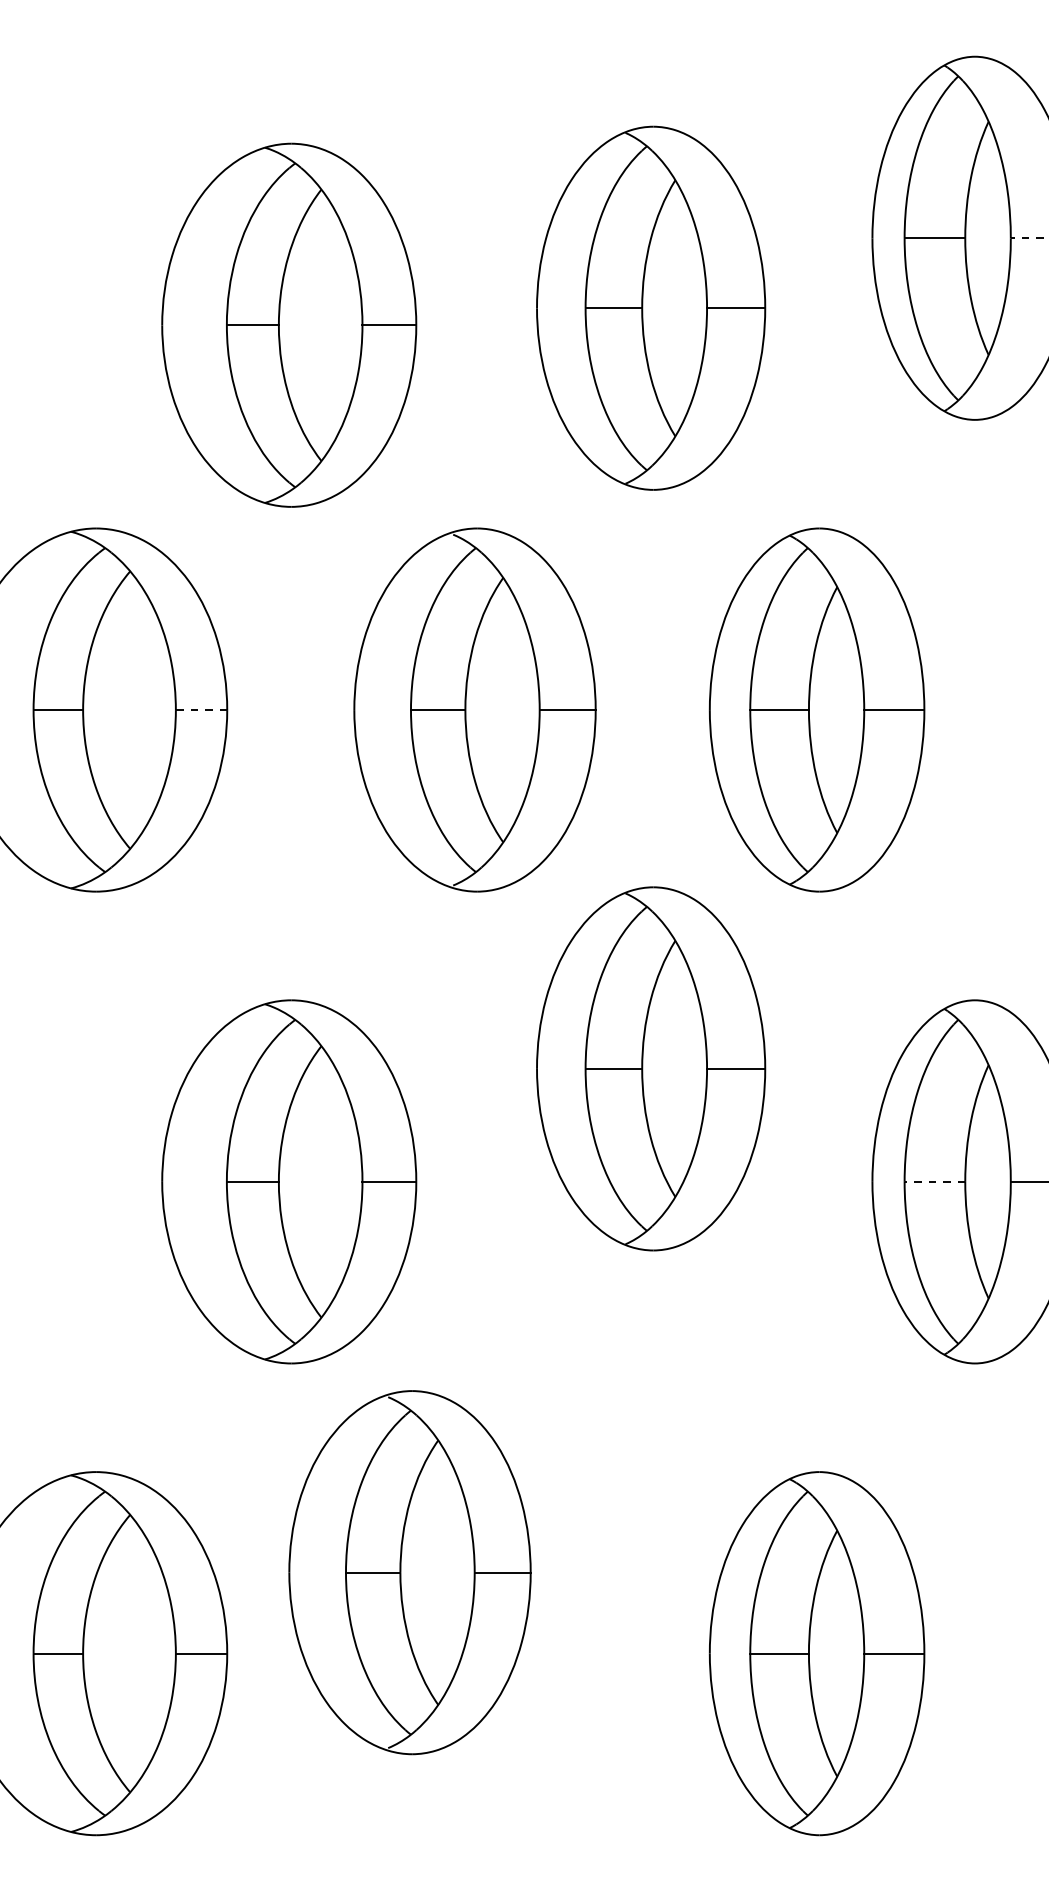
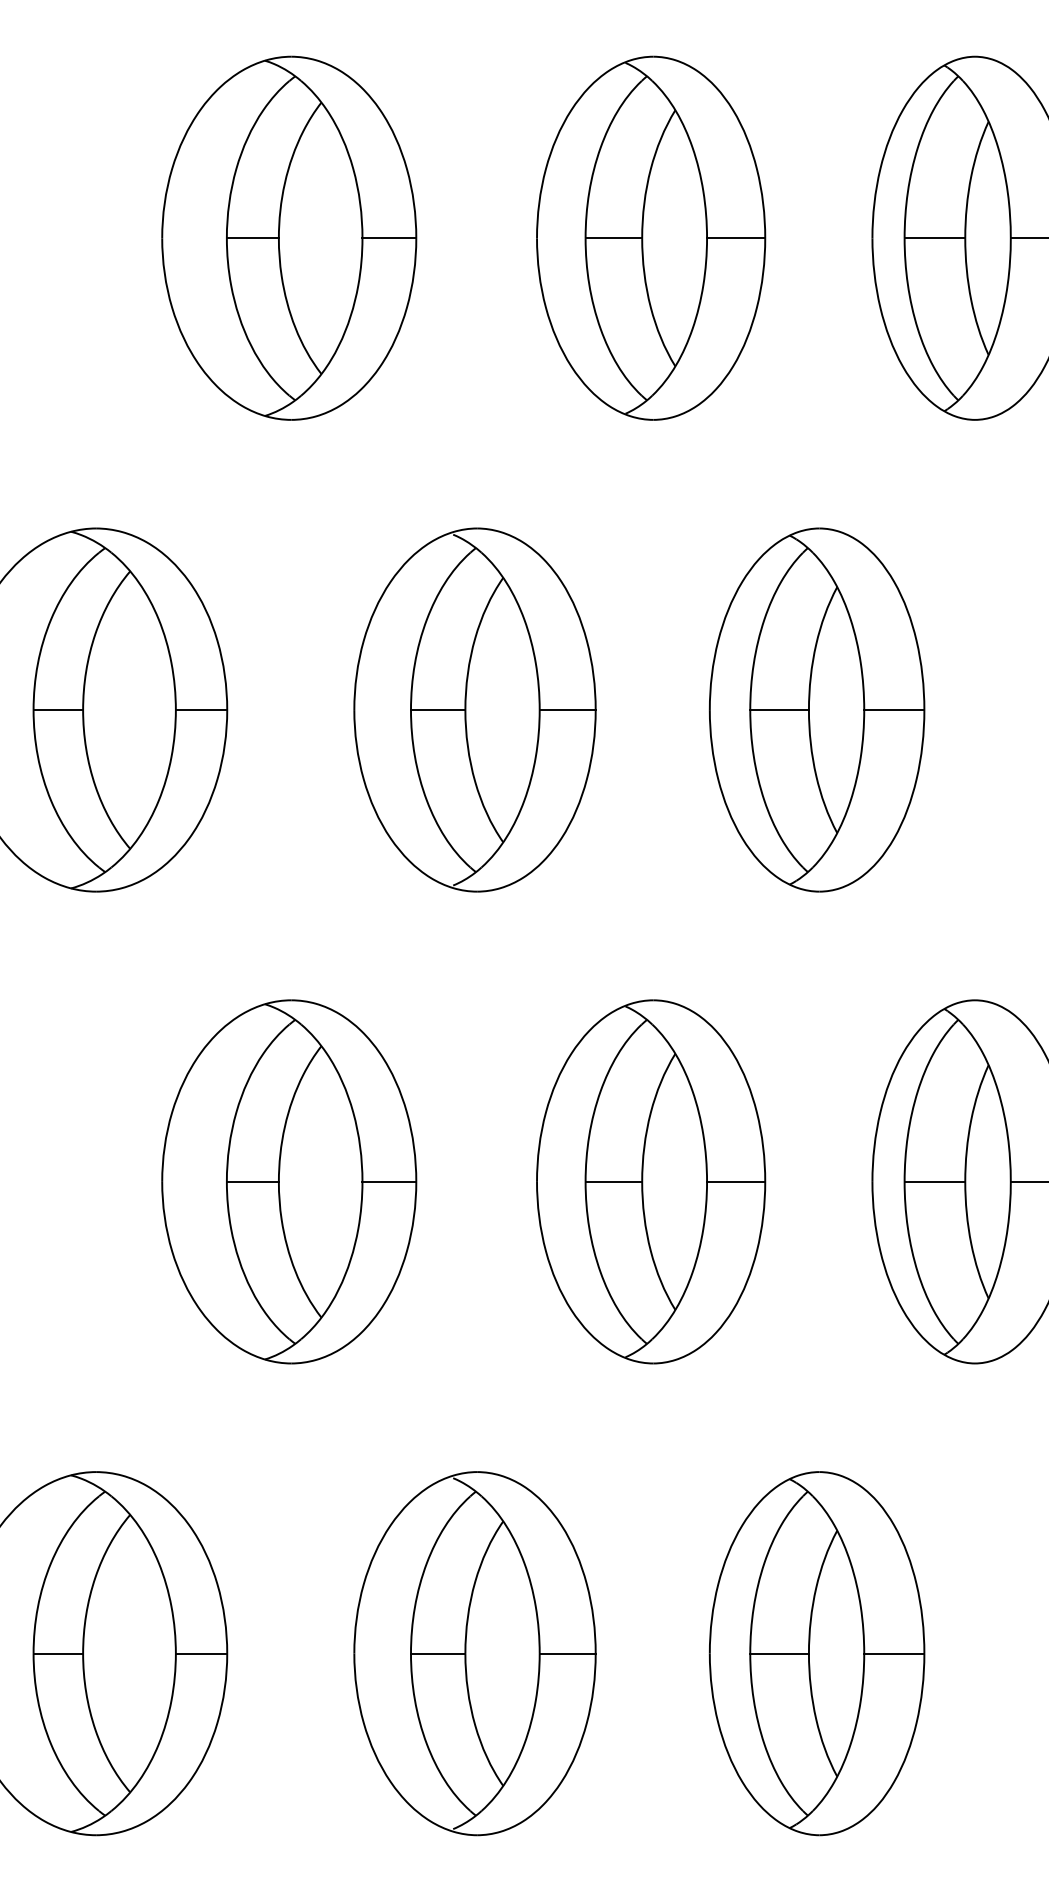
line at (1029, 238): dashed -> solid
part at (651, 307) position: (651, 307) -> (651, 237)
part at (289, 324) position: (289, 324) -> (289, 237)
line at (201, 710): dashed -> solid
part at (651, 1068) position: (651, 1068) -> (651, 1181)
line at (934, 1181): dashed -> solid
part at (409, 1572) position: (409, 1572) -> (474, 1653)
